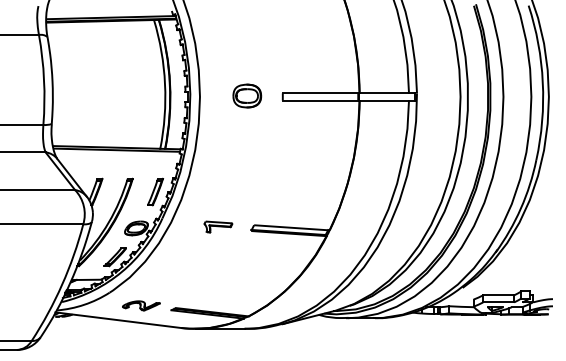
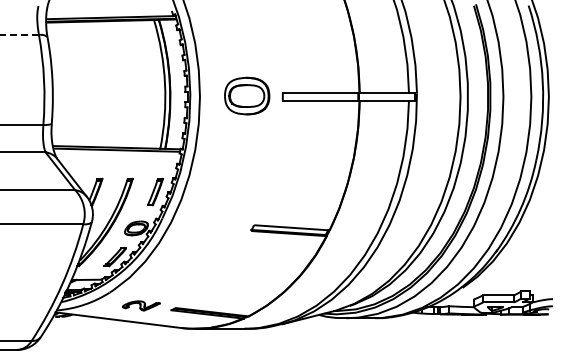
line at (19, 35): solid -> dashed
part at (247, 95) size: 31x26 px -> 47x40 px
part at (218, 226): present -> none
